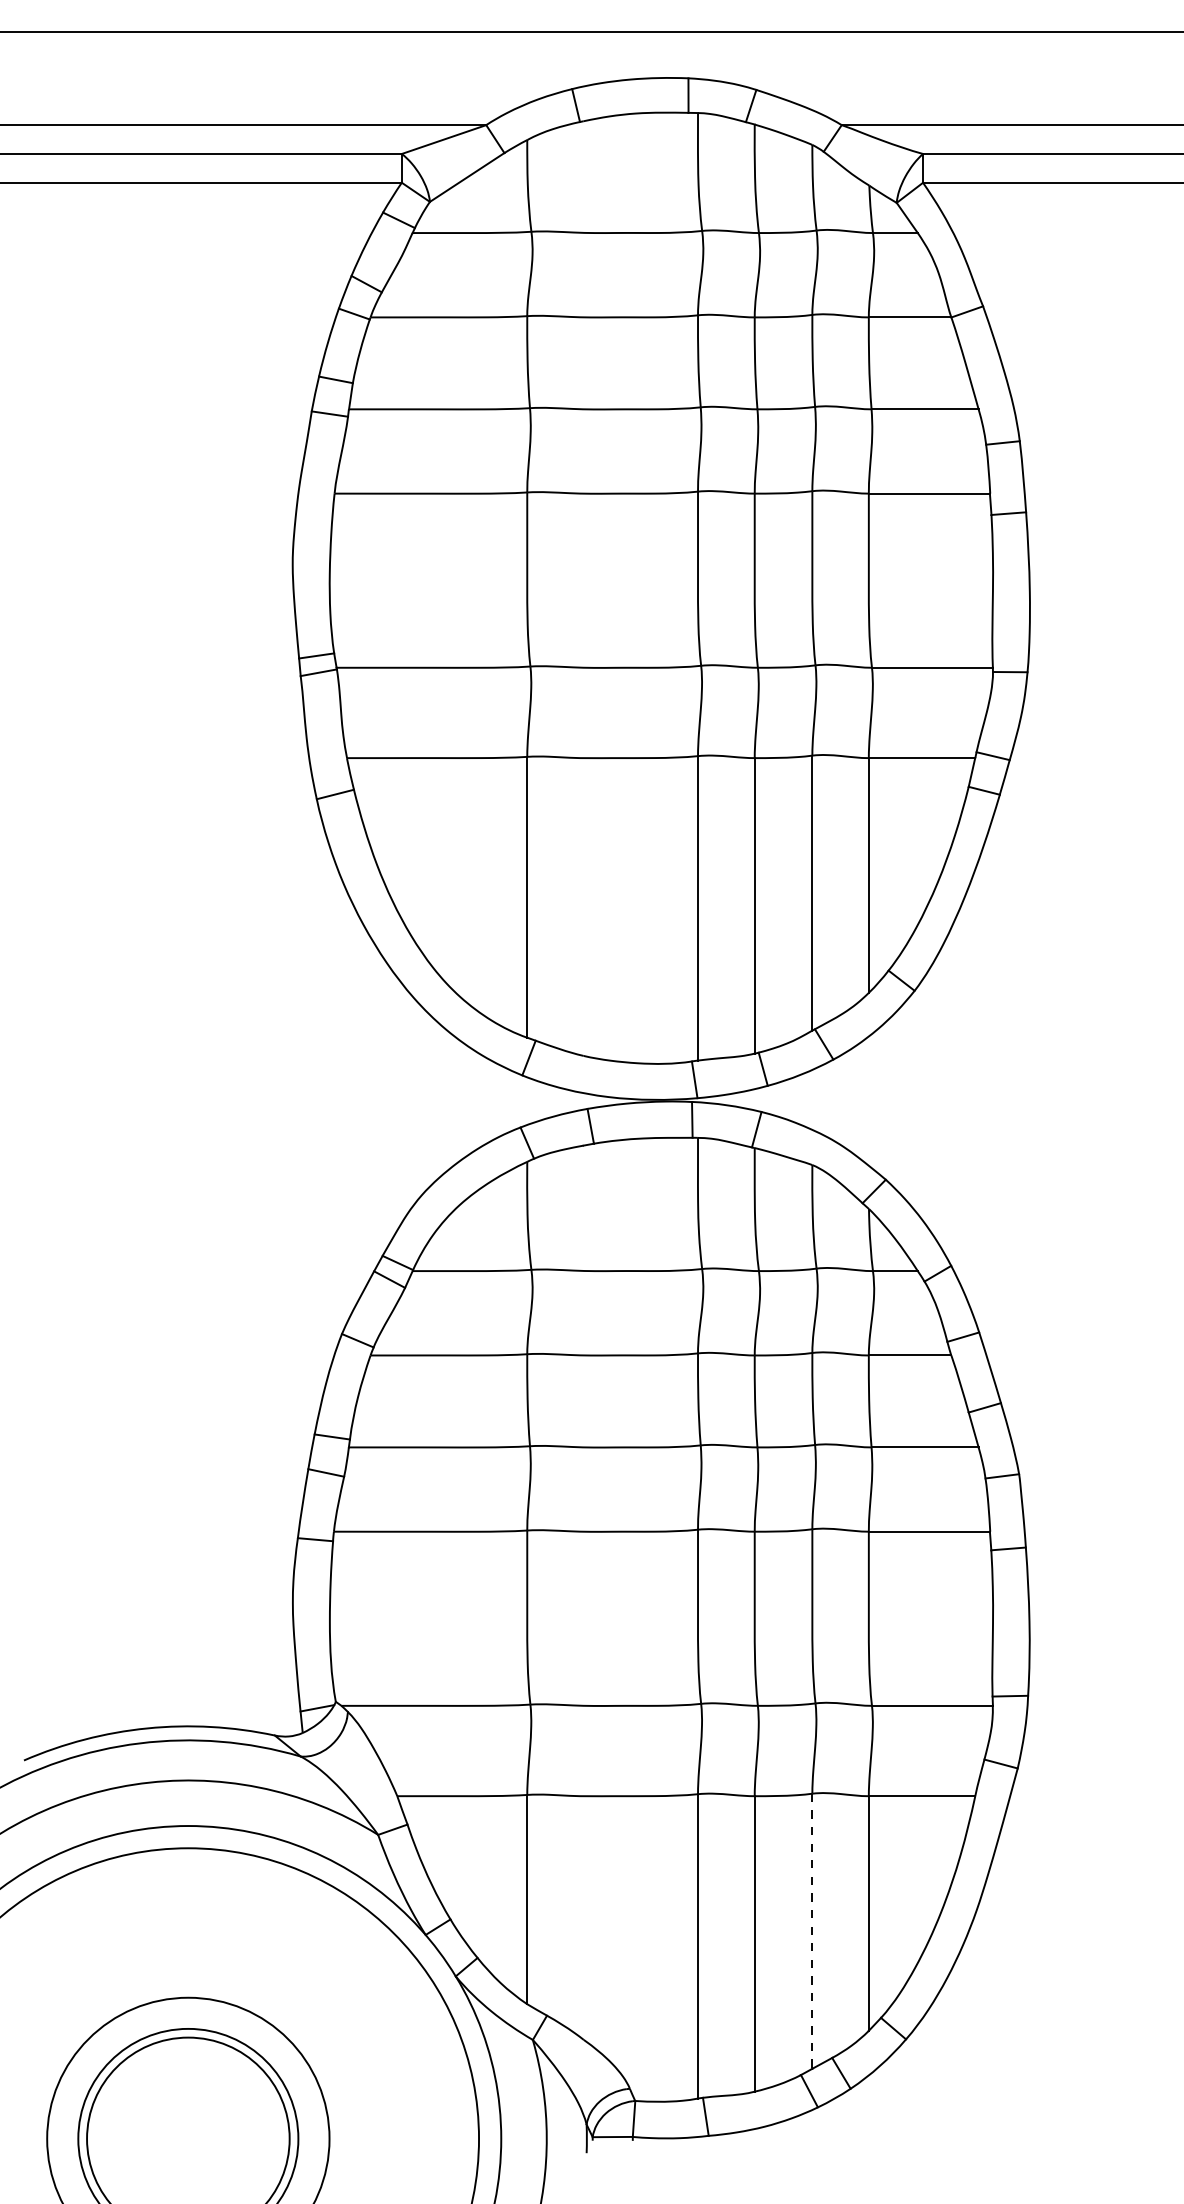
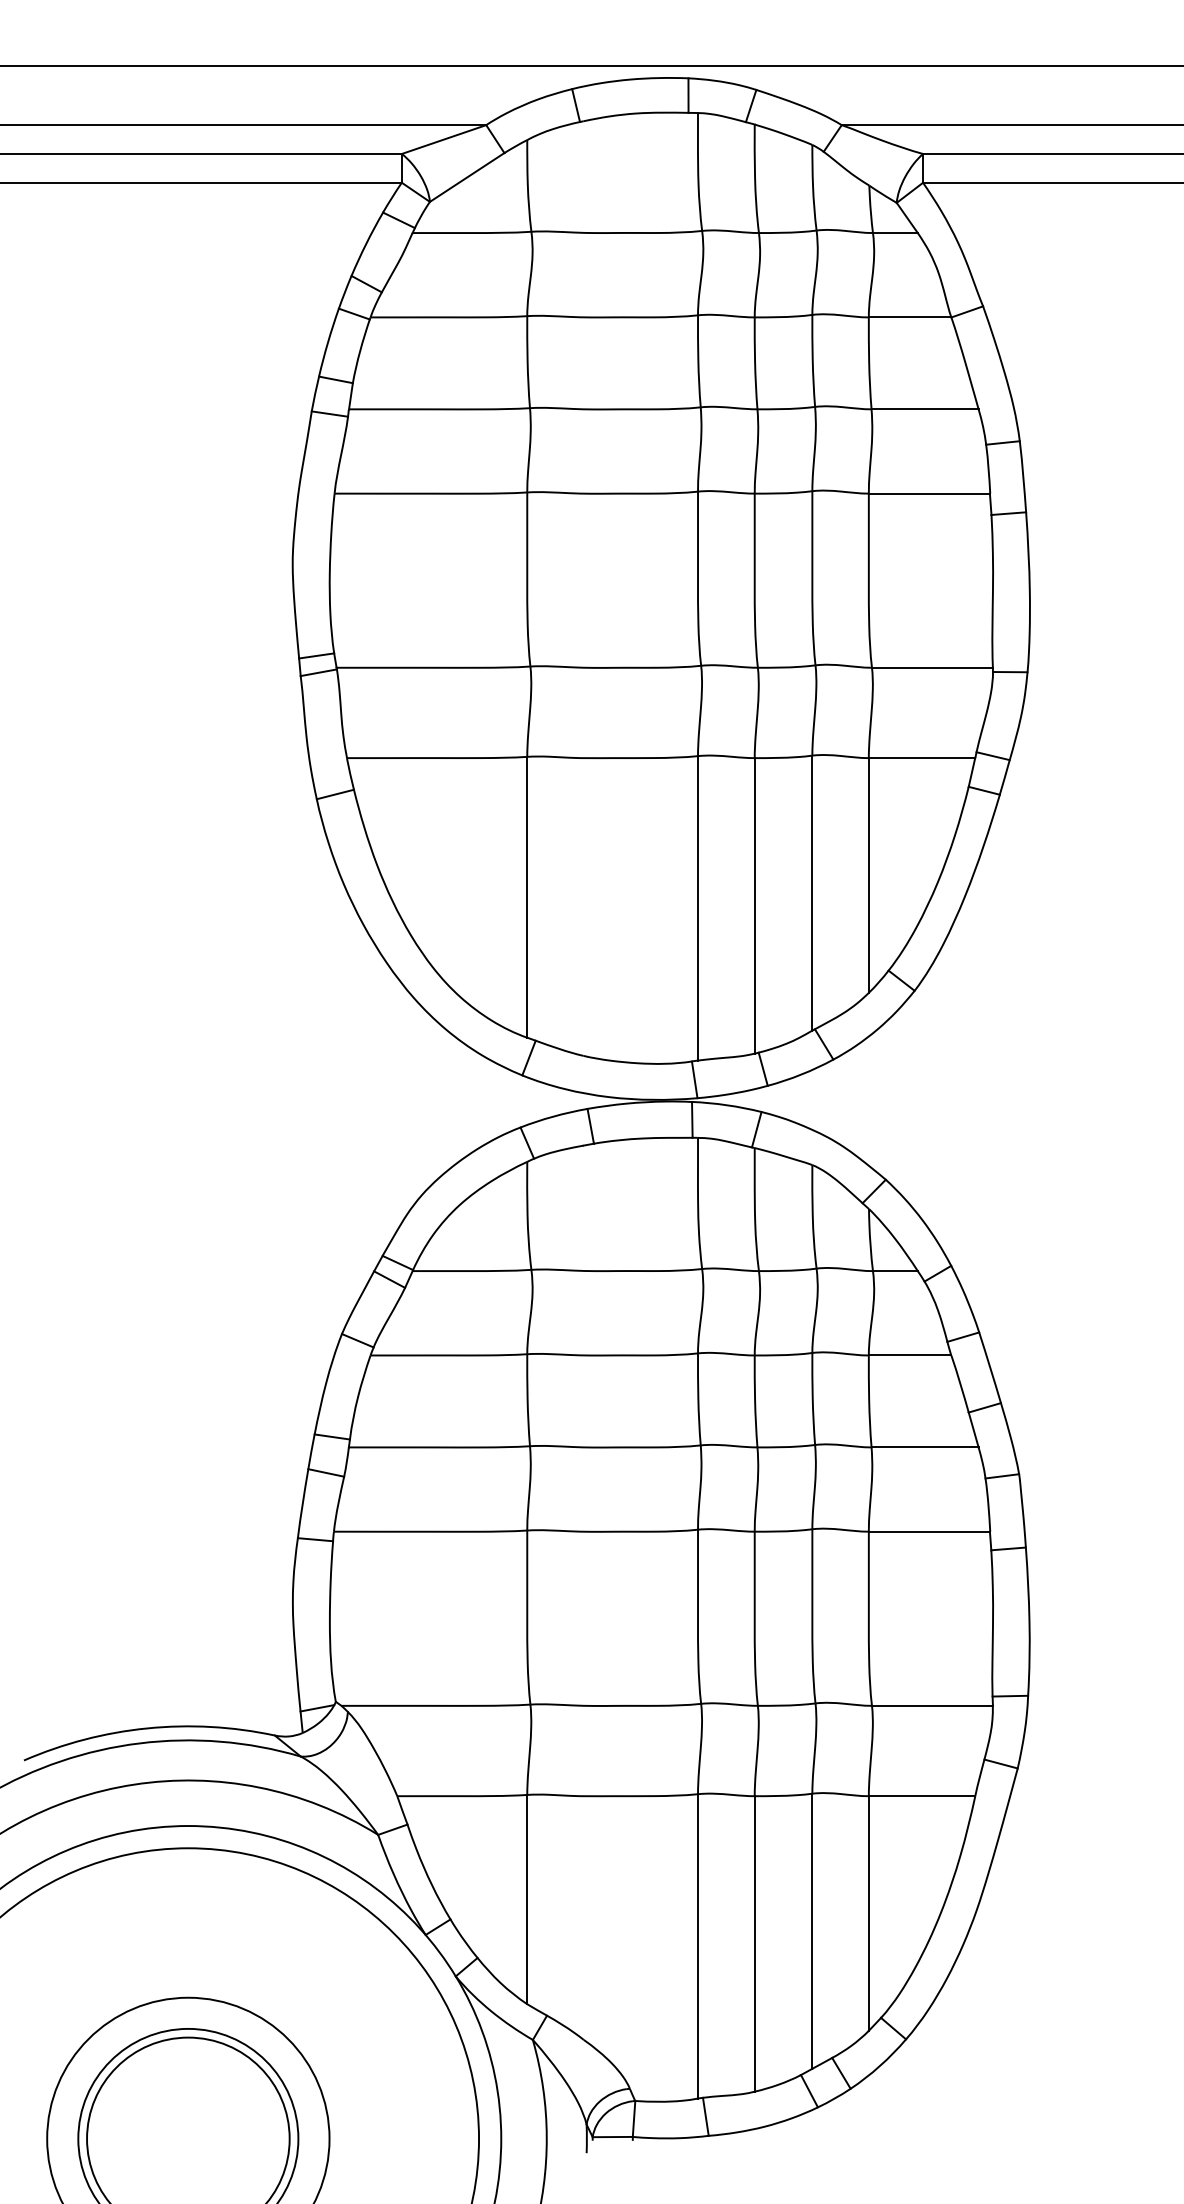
line at (591, 32) position: (591, 32) -> (591, 66)
line at (812, 1931): dashed -> solid
